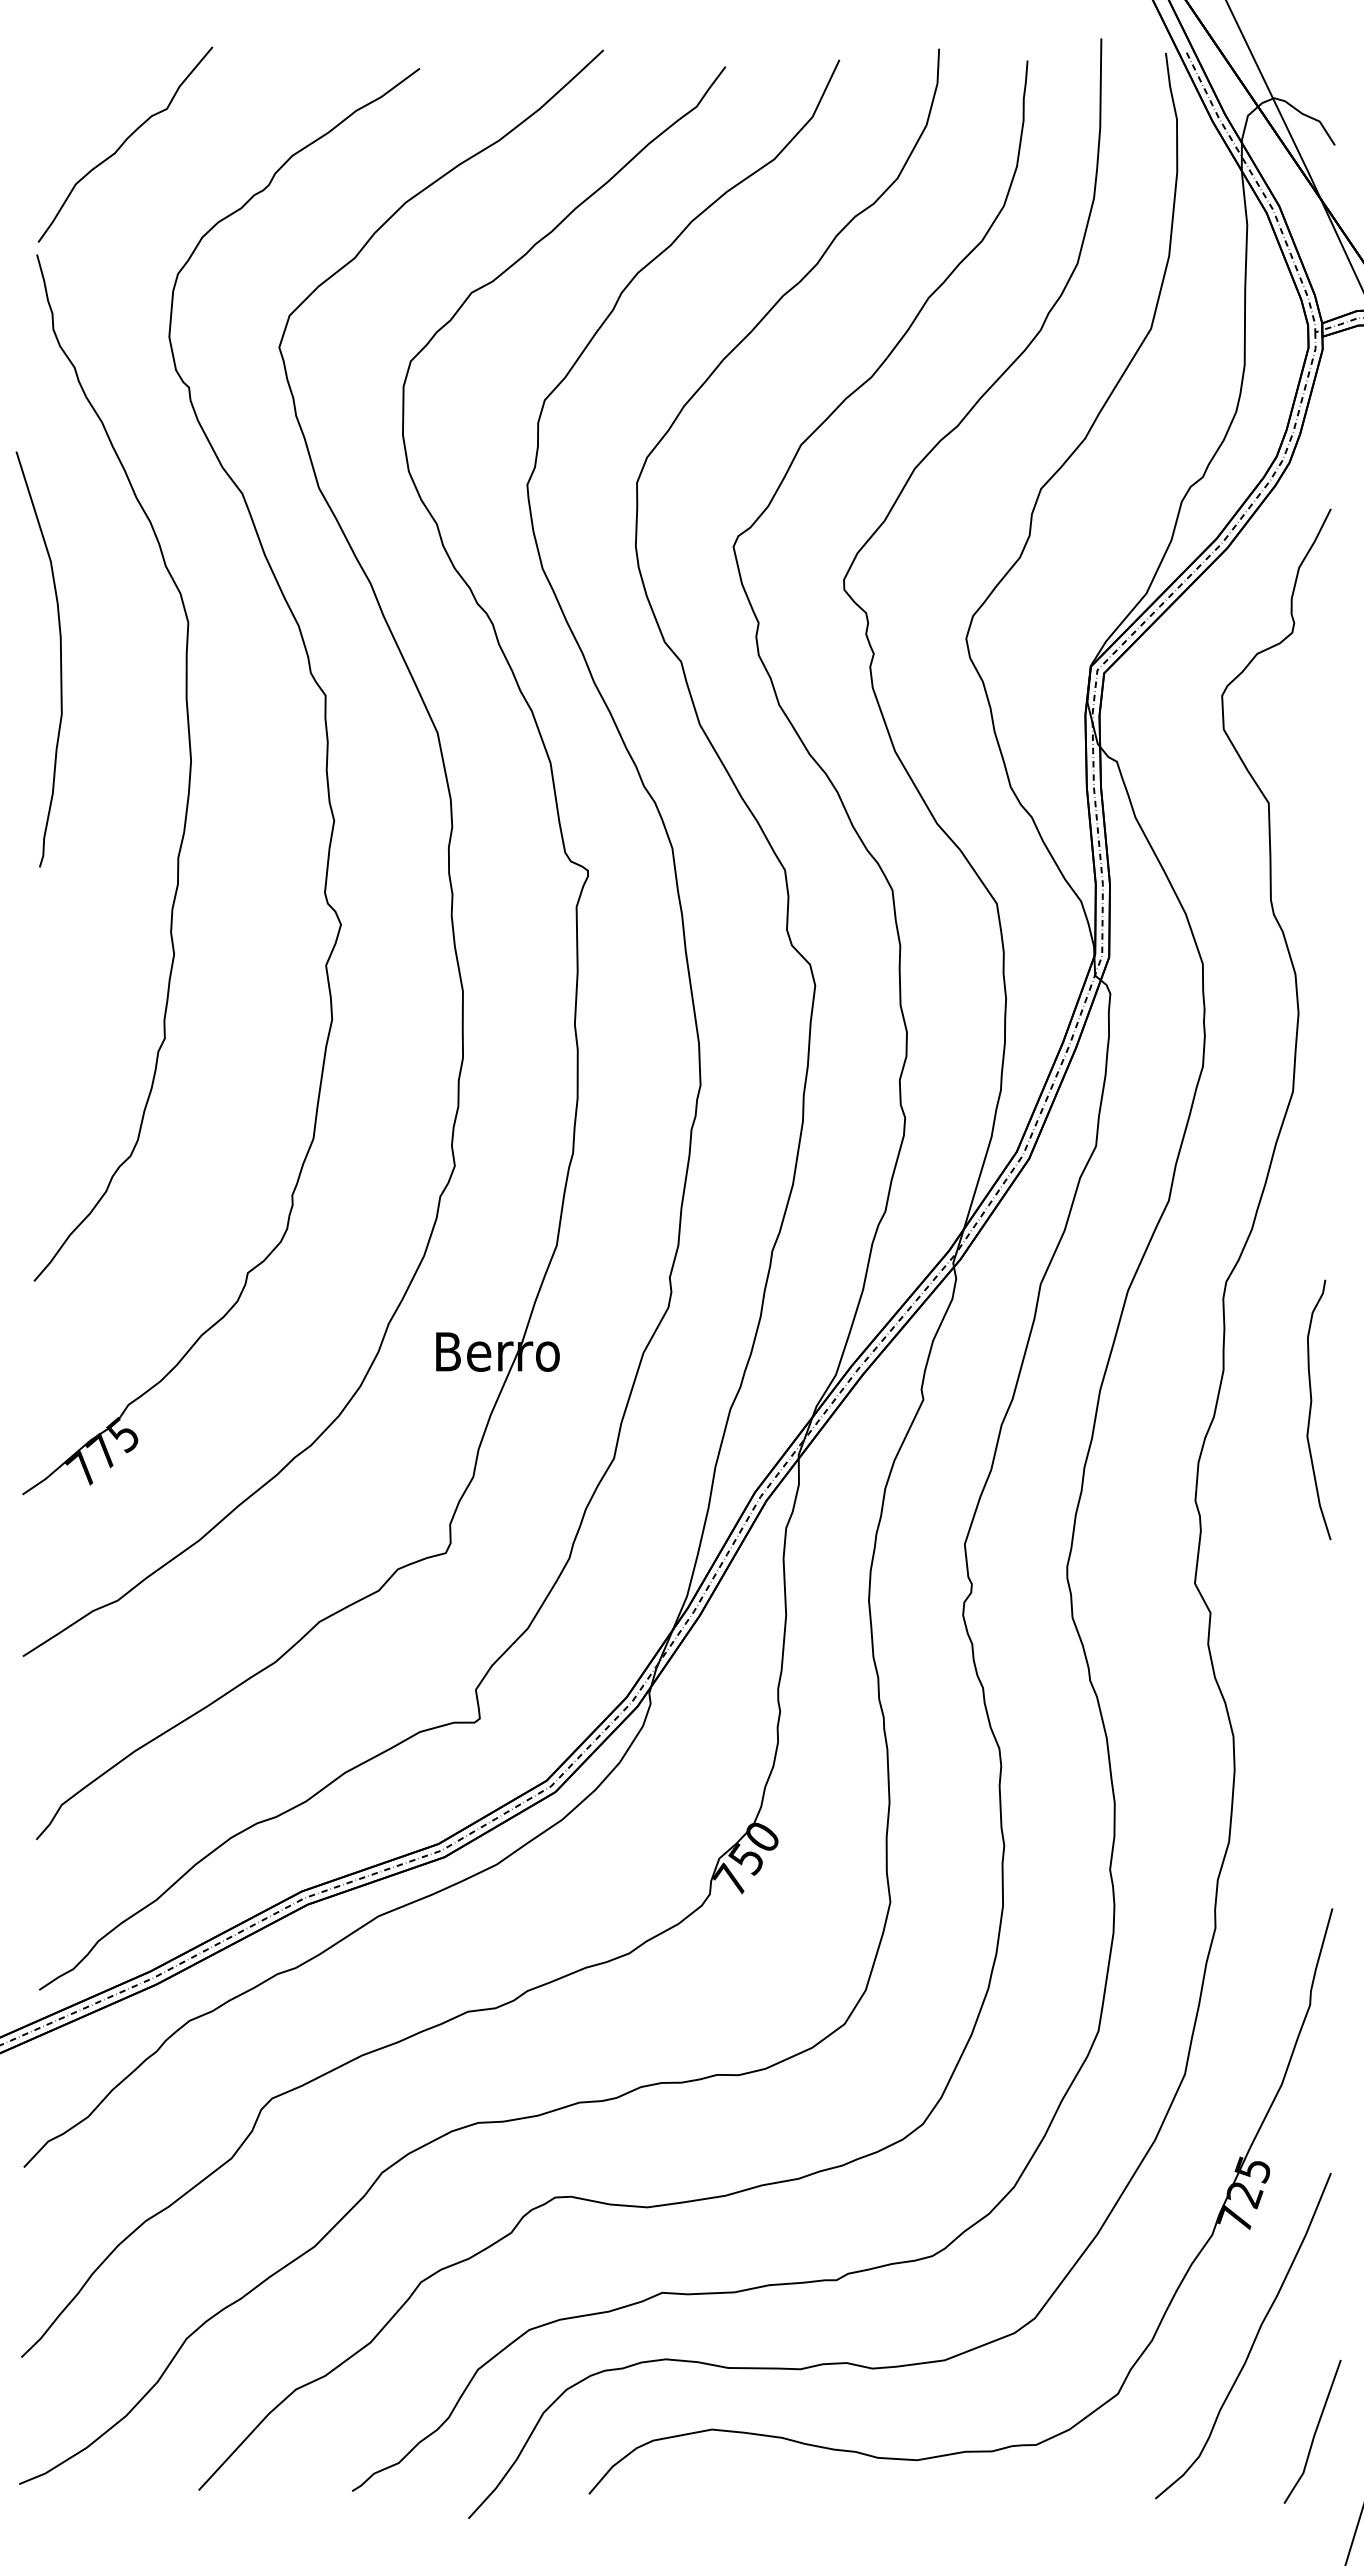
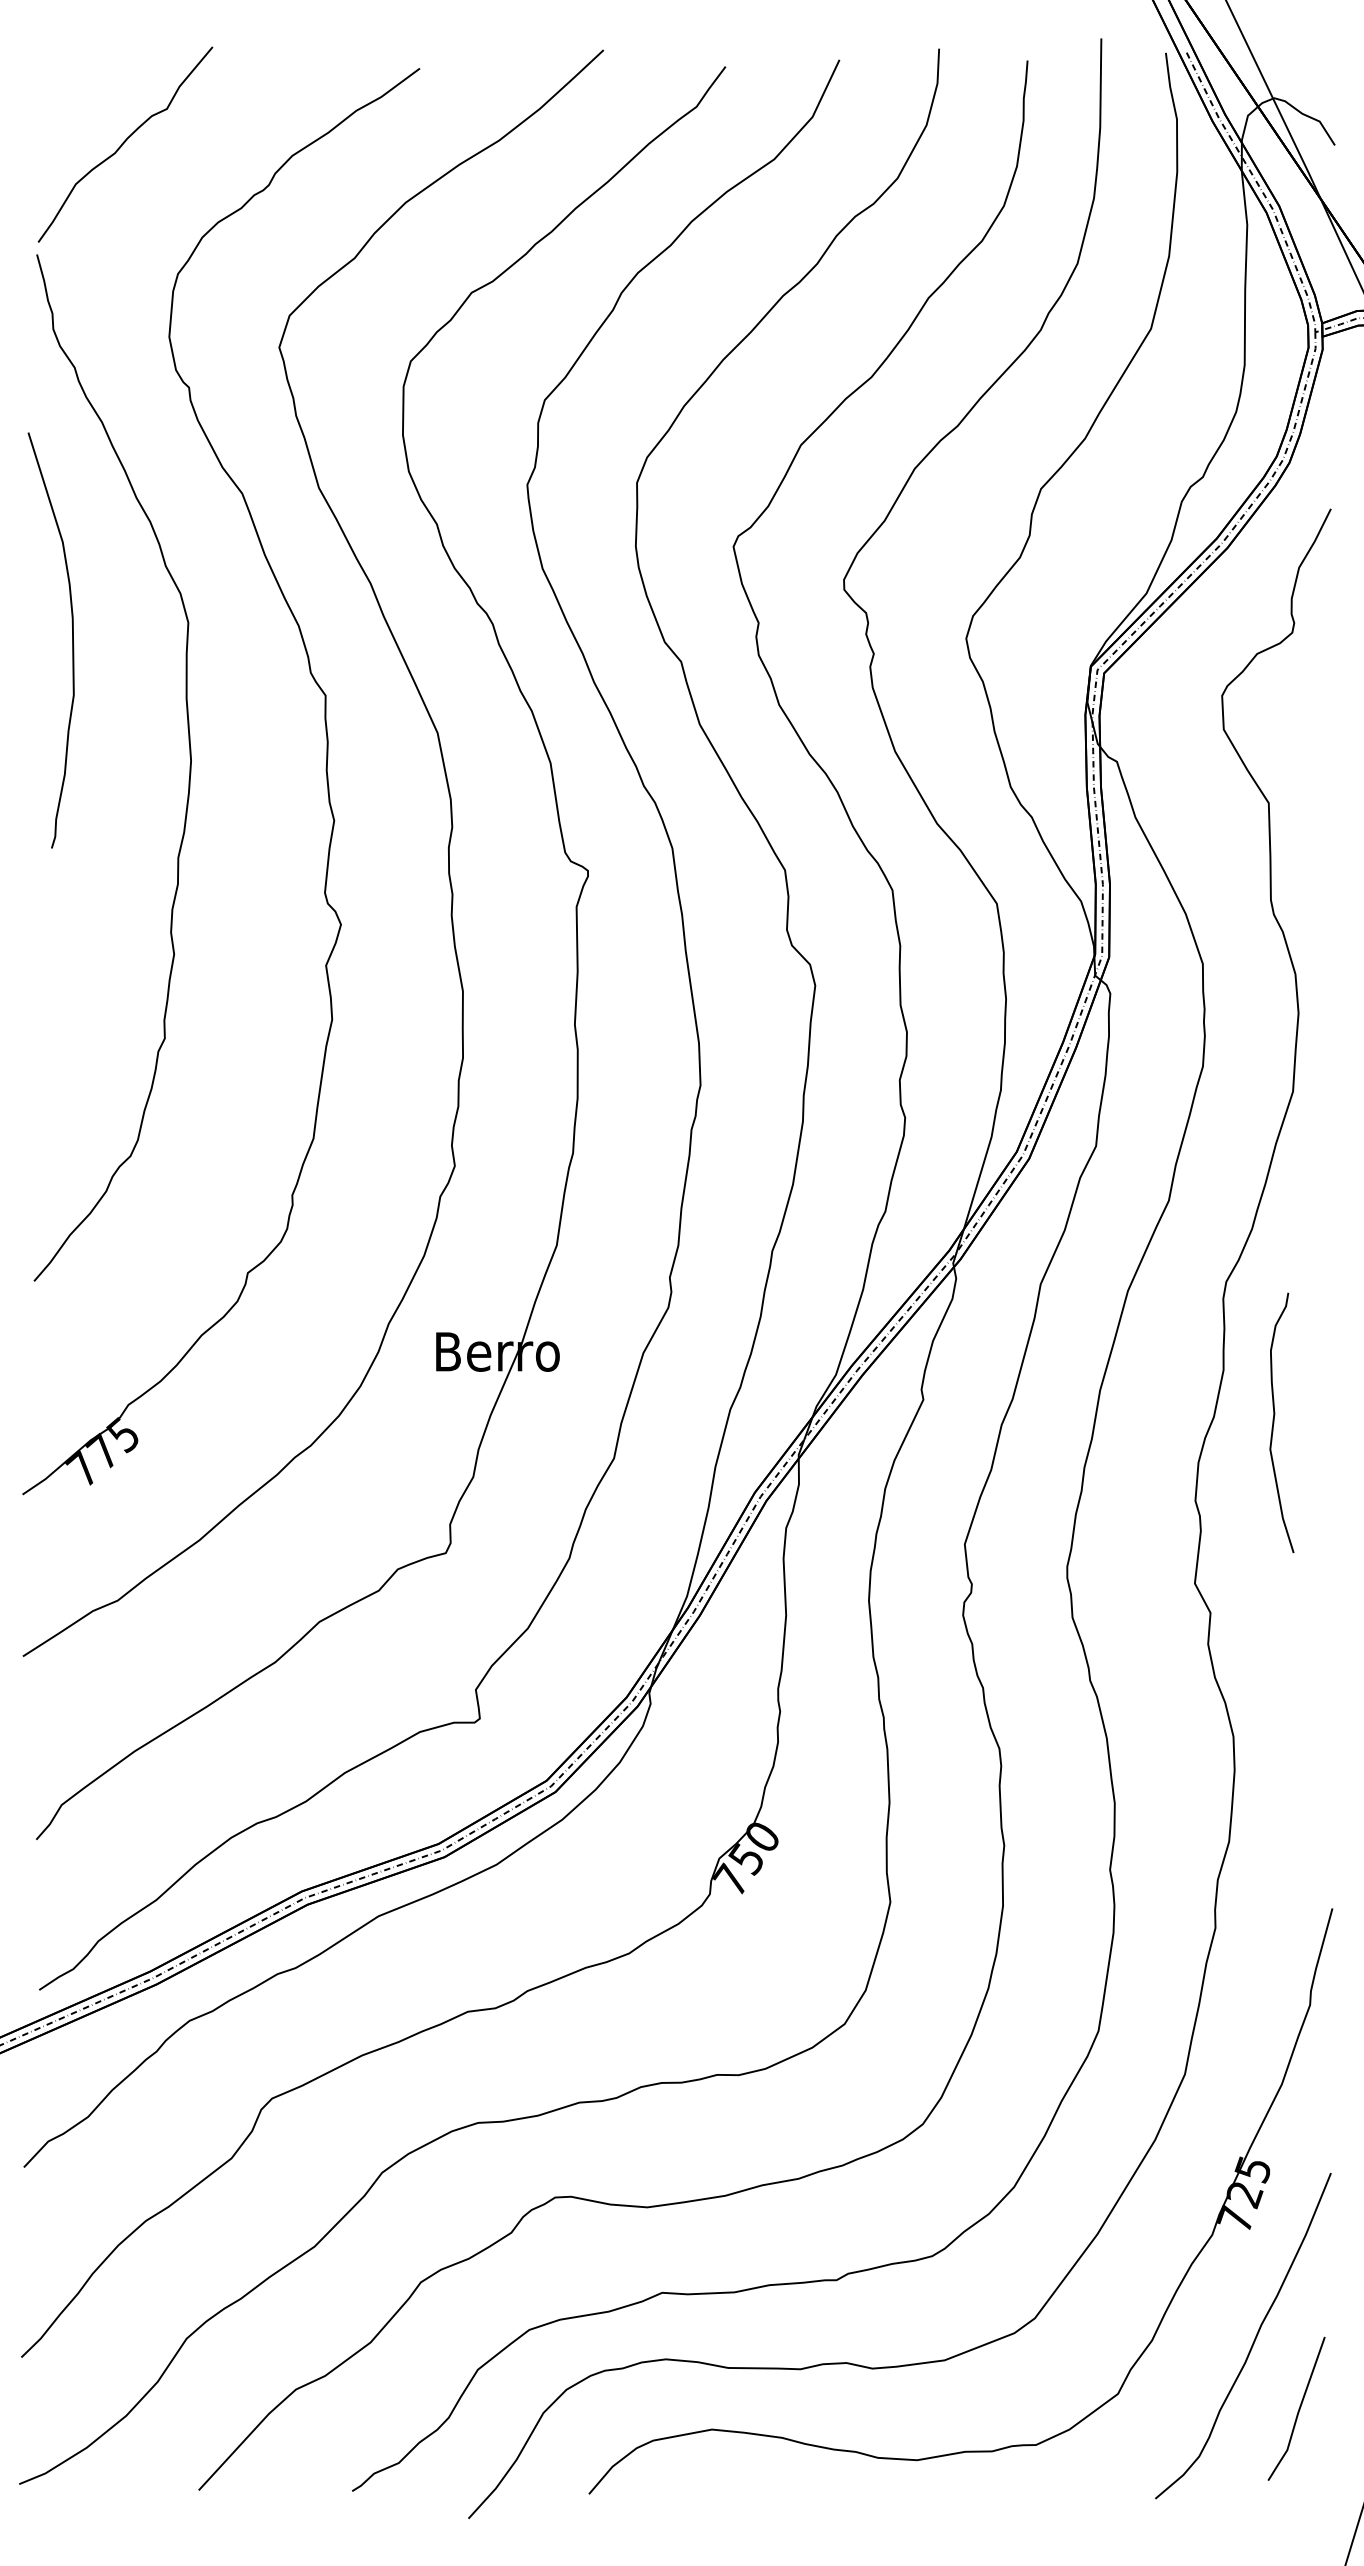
curve at (60, 659) position: (60, 659) -> (72, 640)
curve at (1311, 1409) position: (1311, 1409) -> (1274, 1422)
line at (1314, 2431) position: (1314, 2431) -> (1298, 2408)
